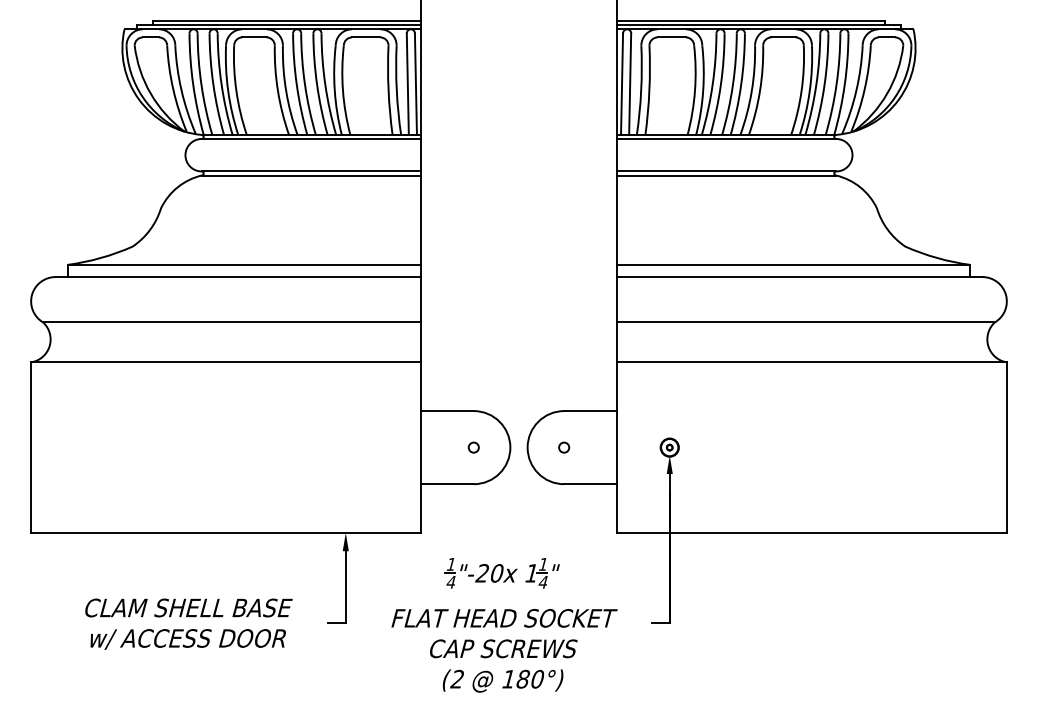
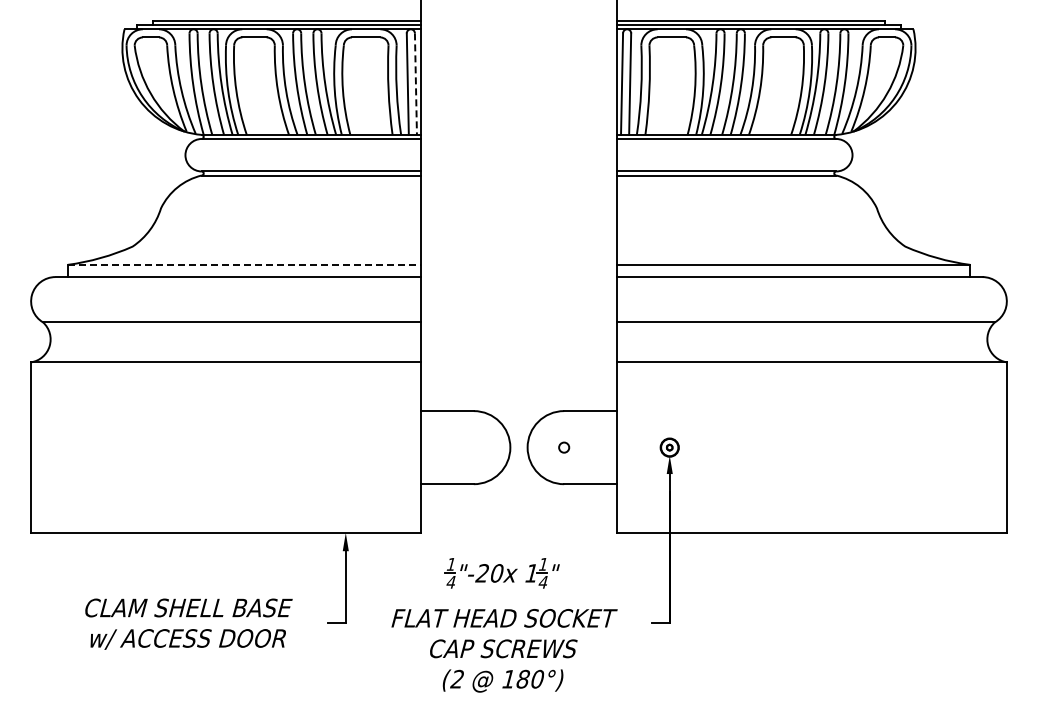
line at (415, 84): solid -> dashed
line at (244, 264): solid -> dashed
circle at (473, 447): present -> none
